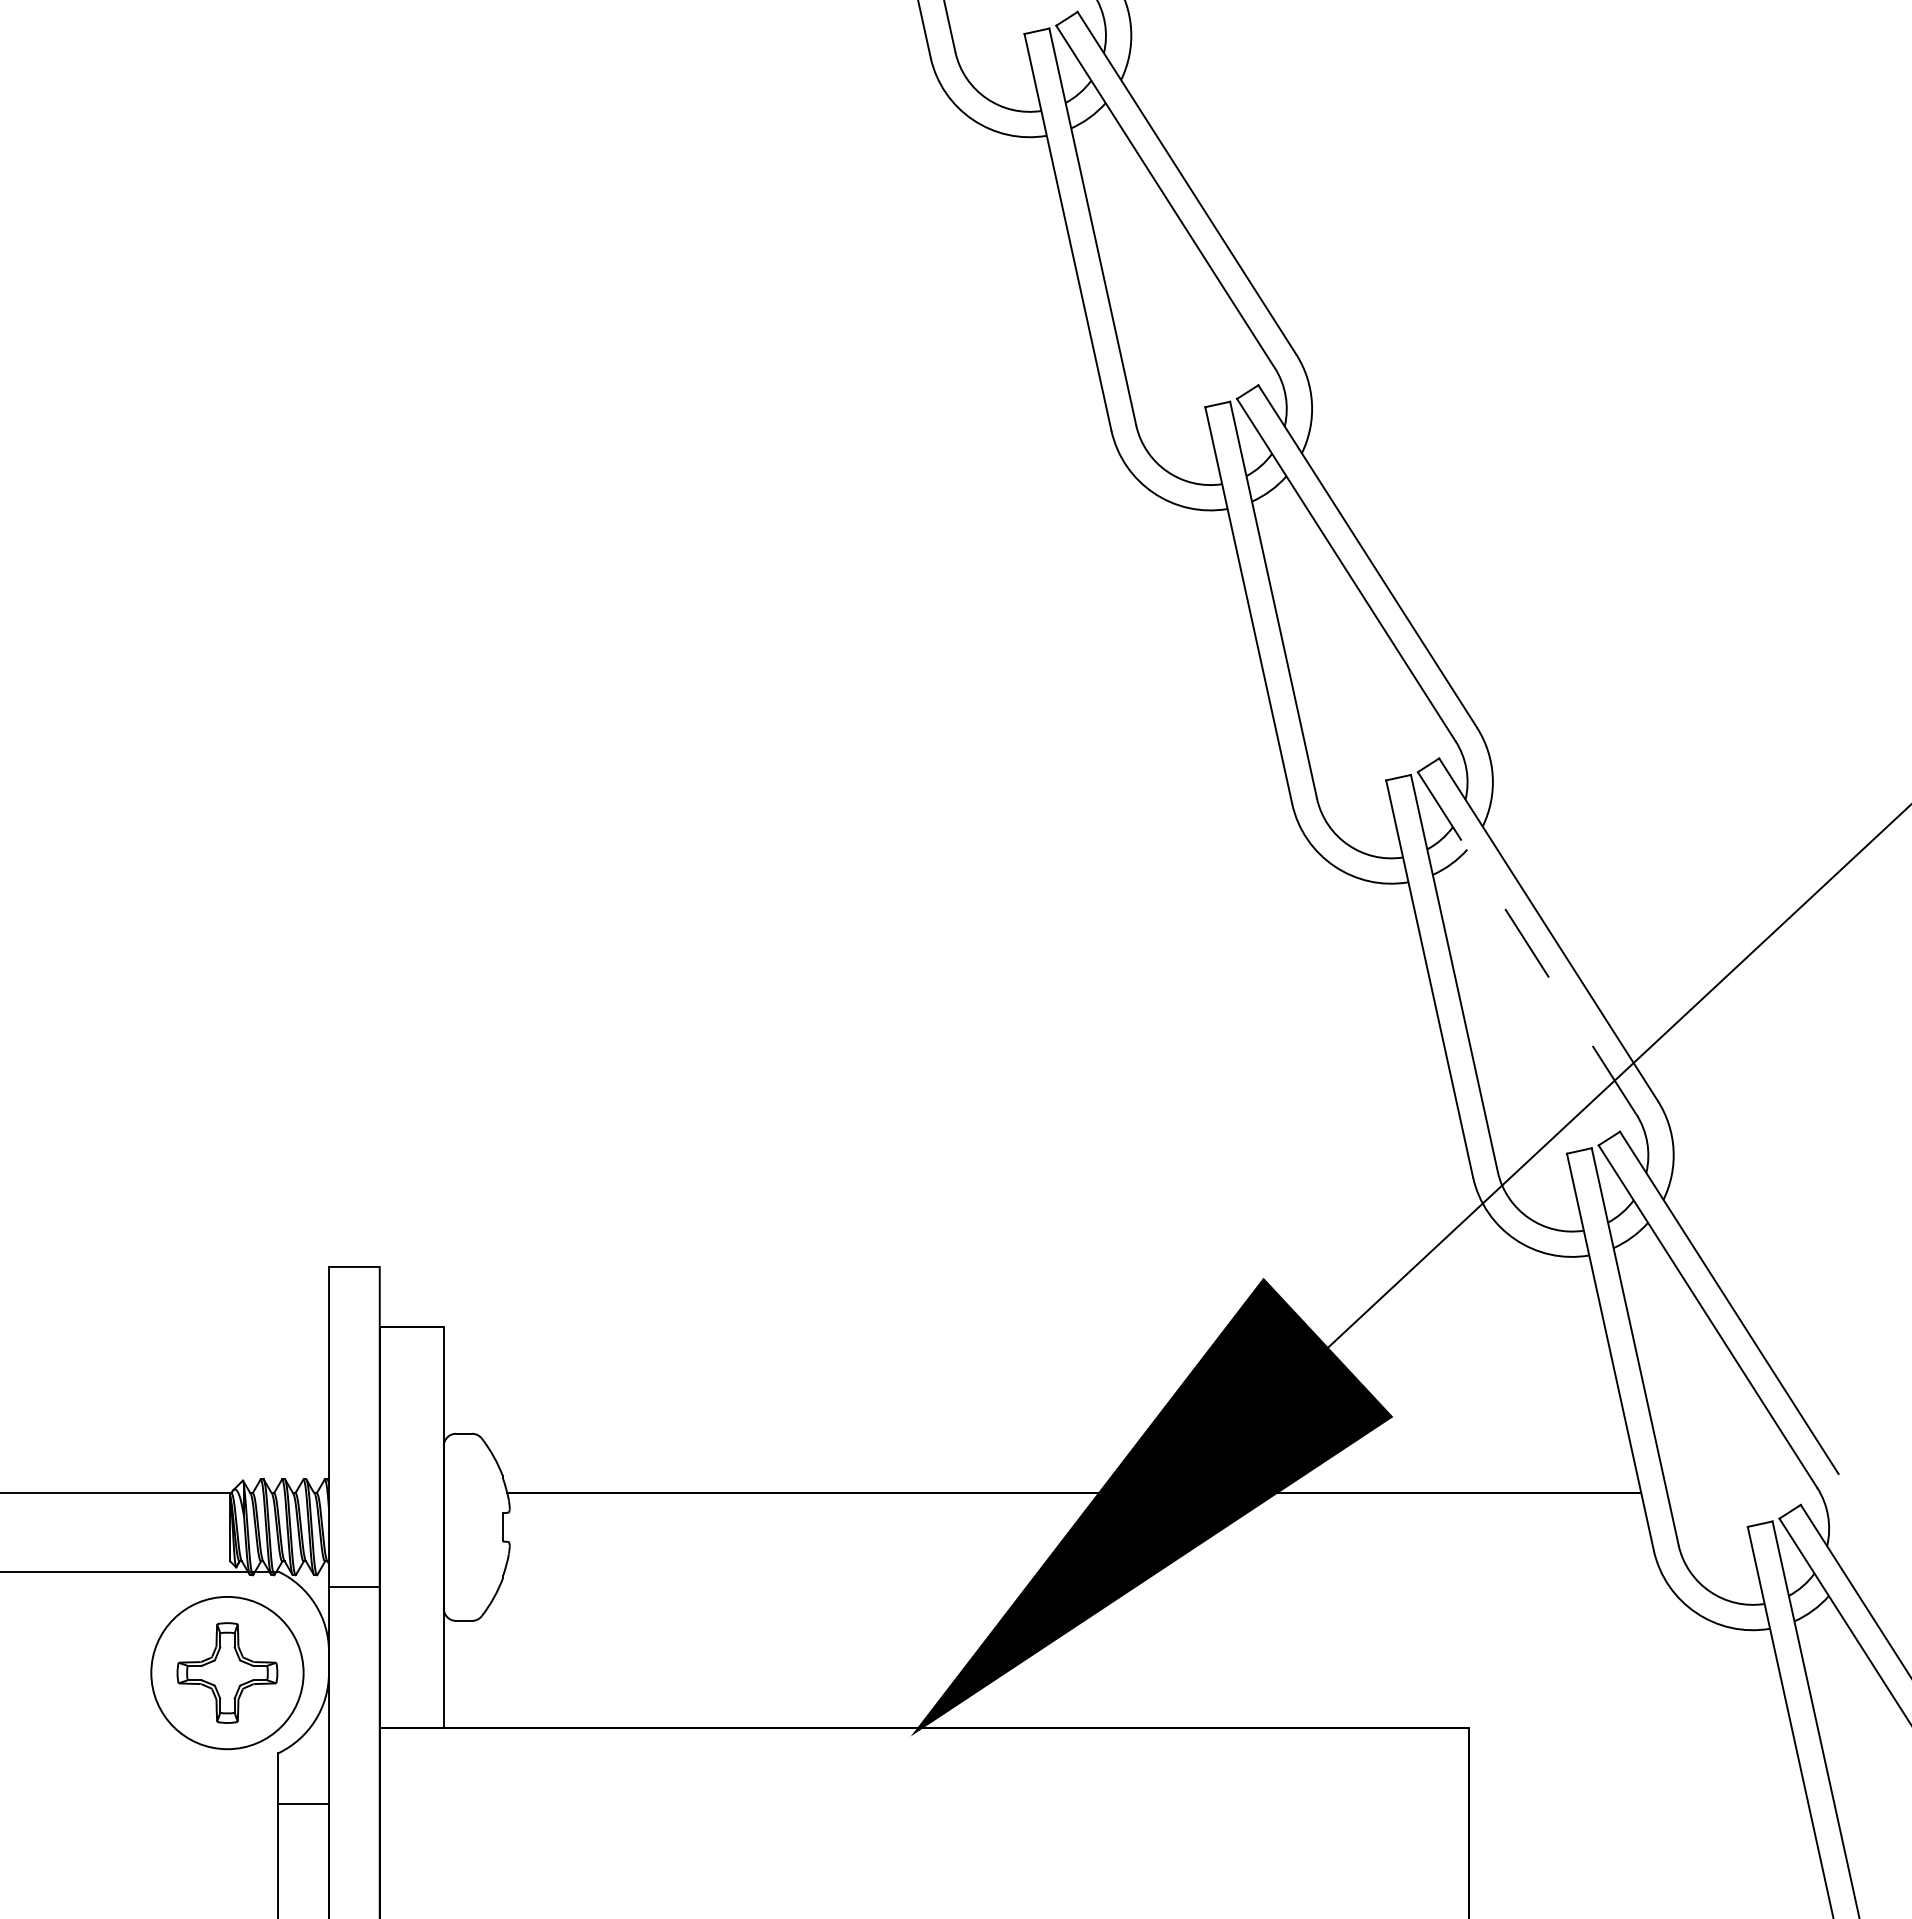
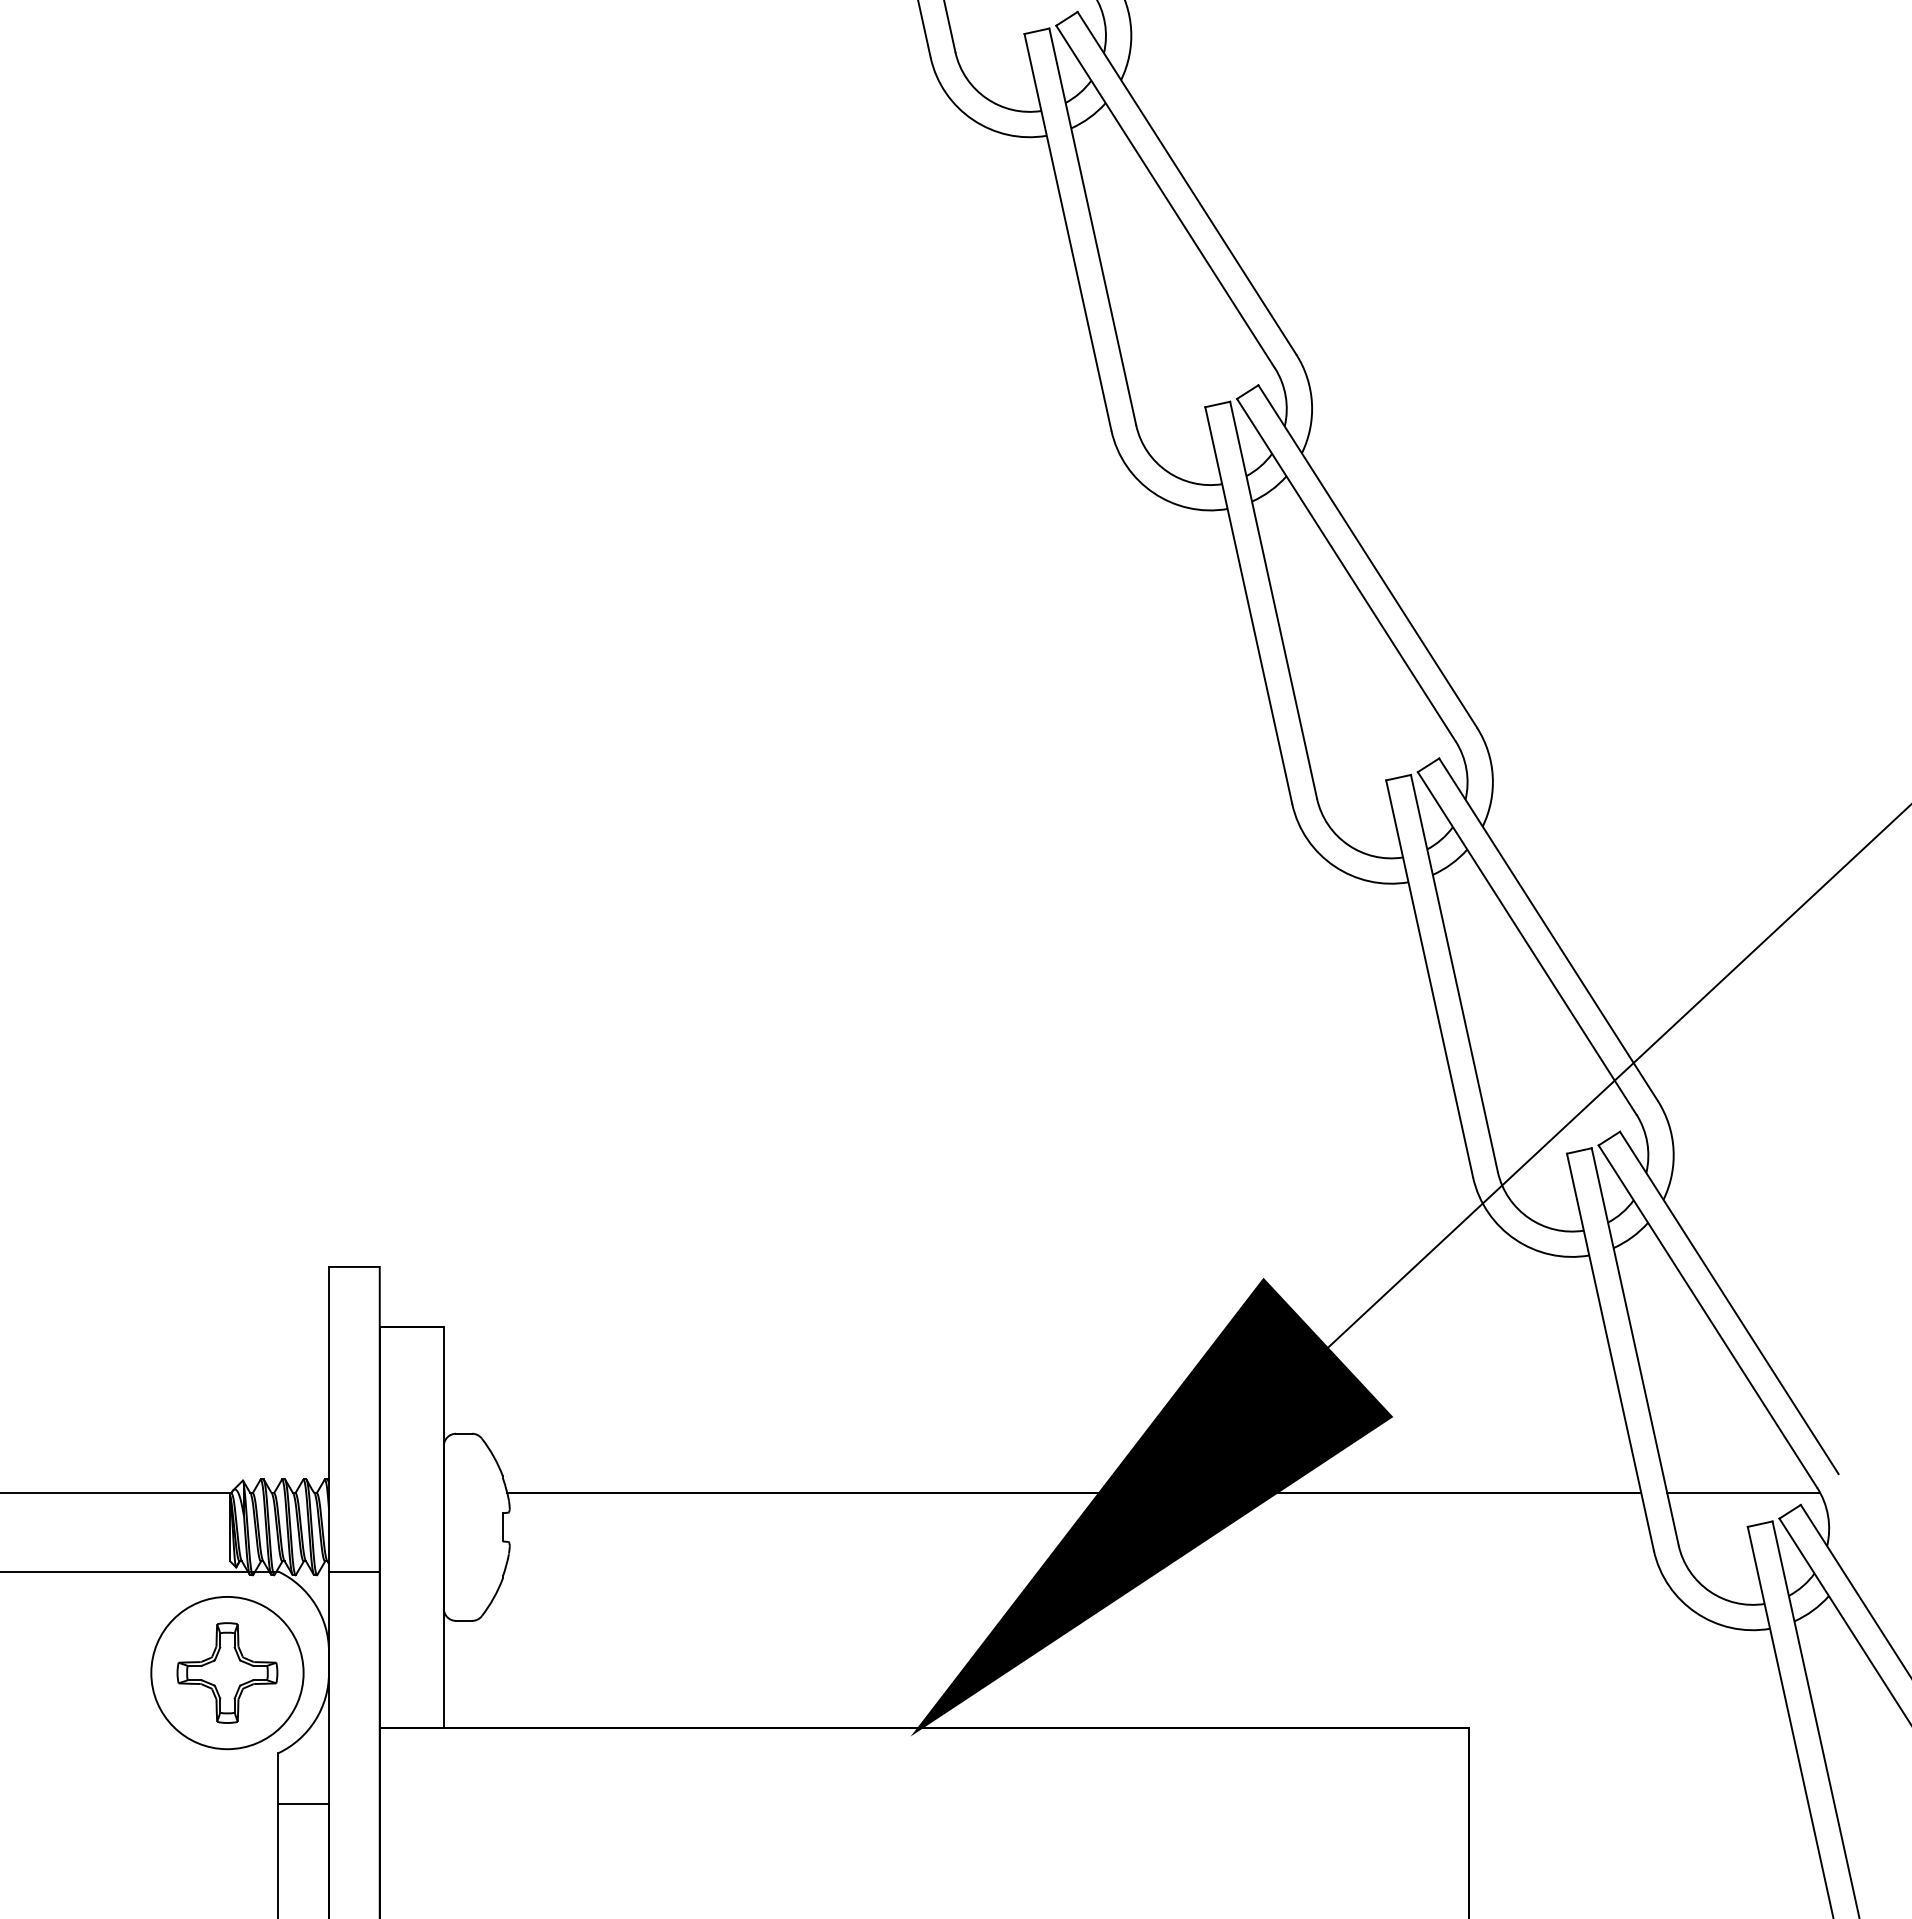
line at (1527, 943): dashed -> solid
line at (1743, 1492): none -> present
line at (354, 1586) position: (354, 1586) -> (354, 1571)
